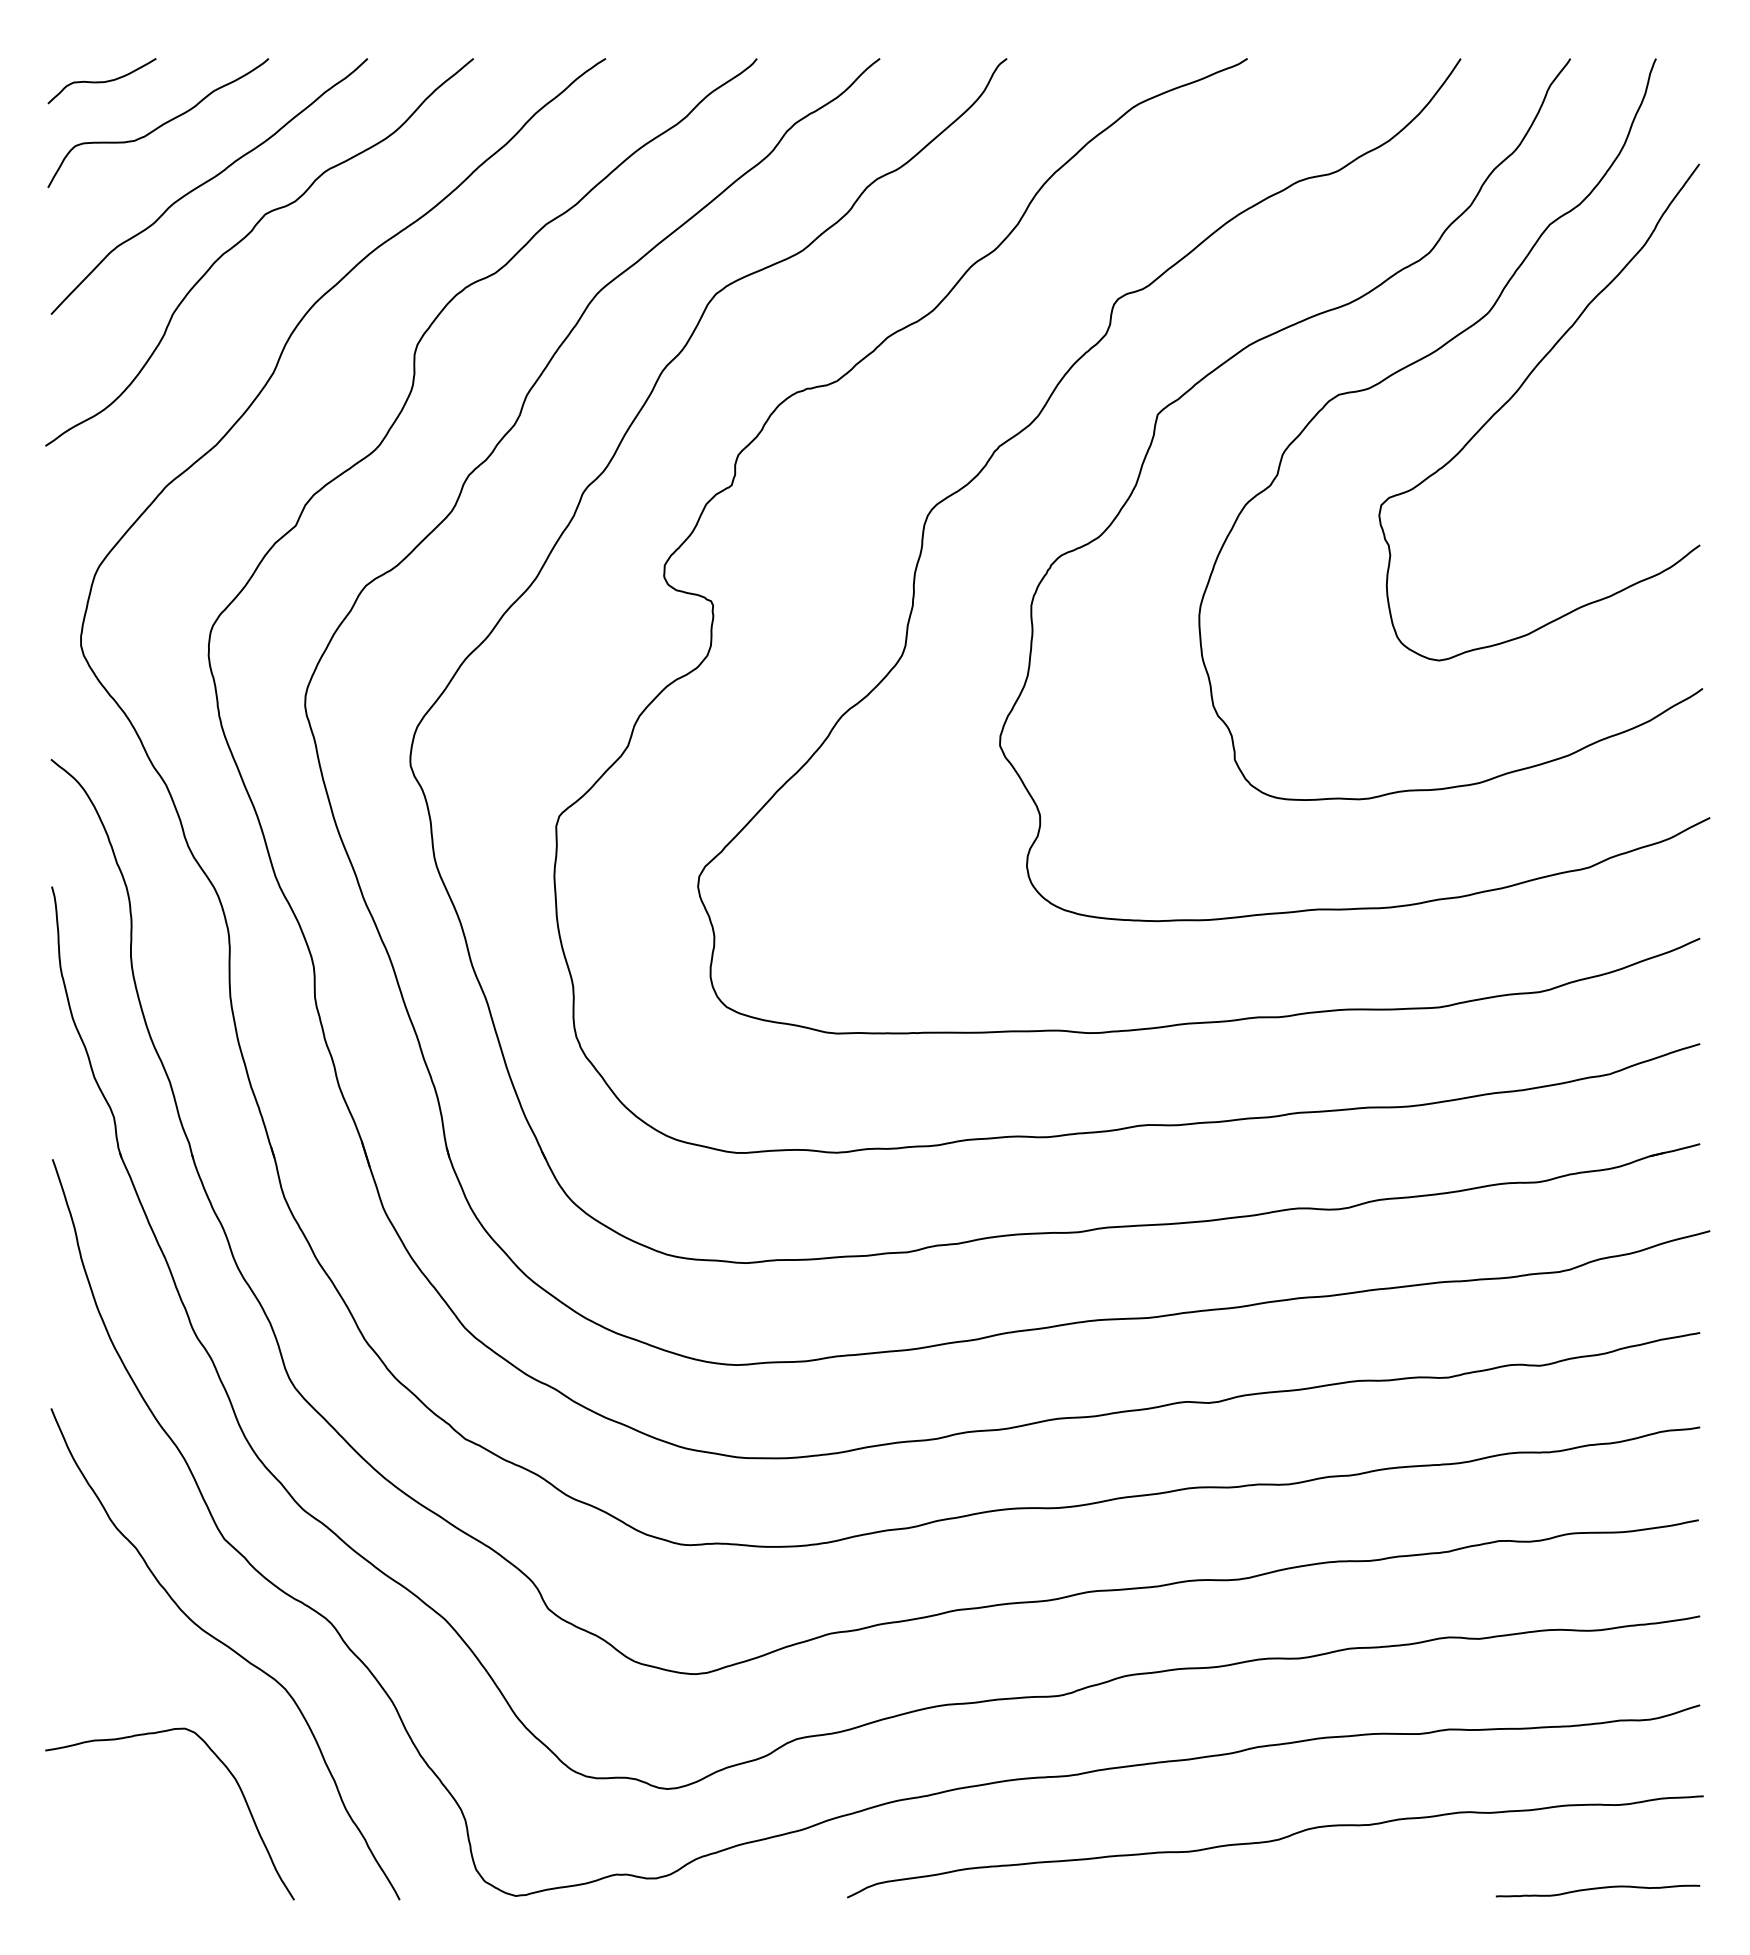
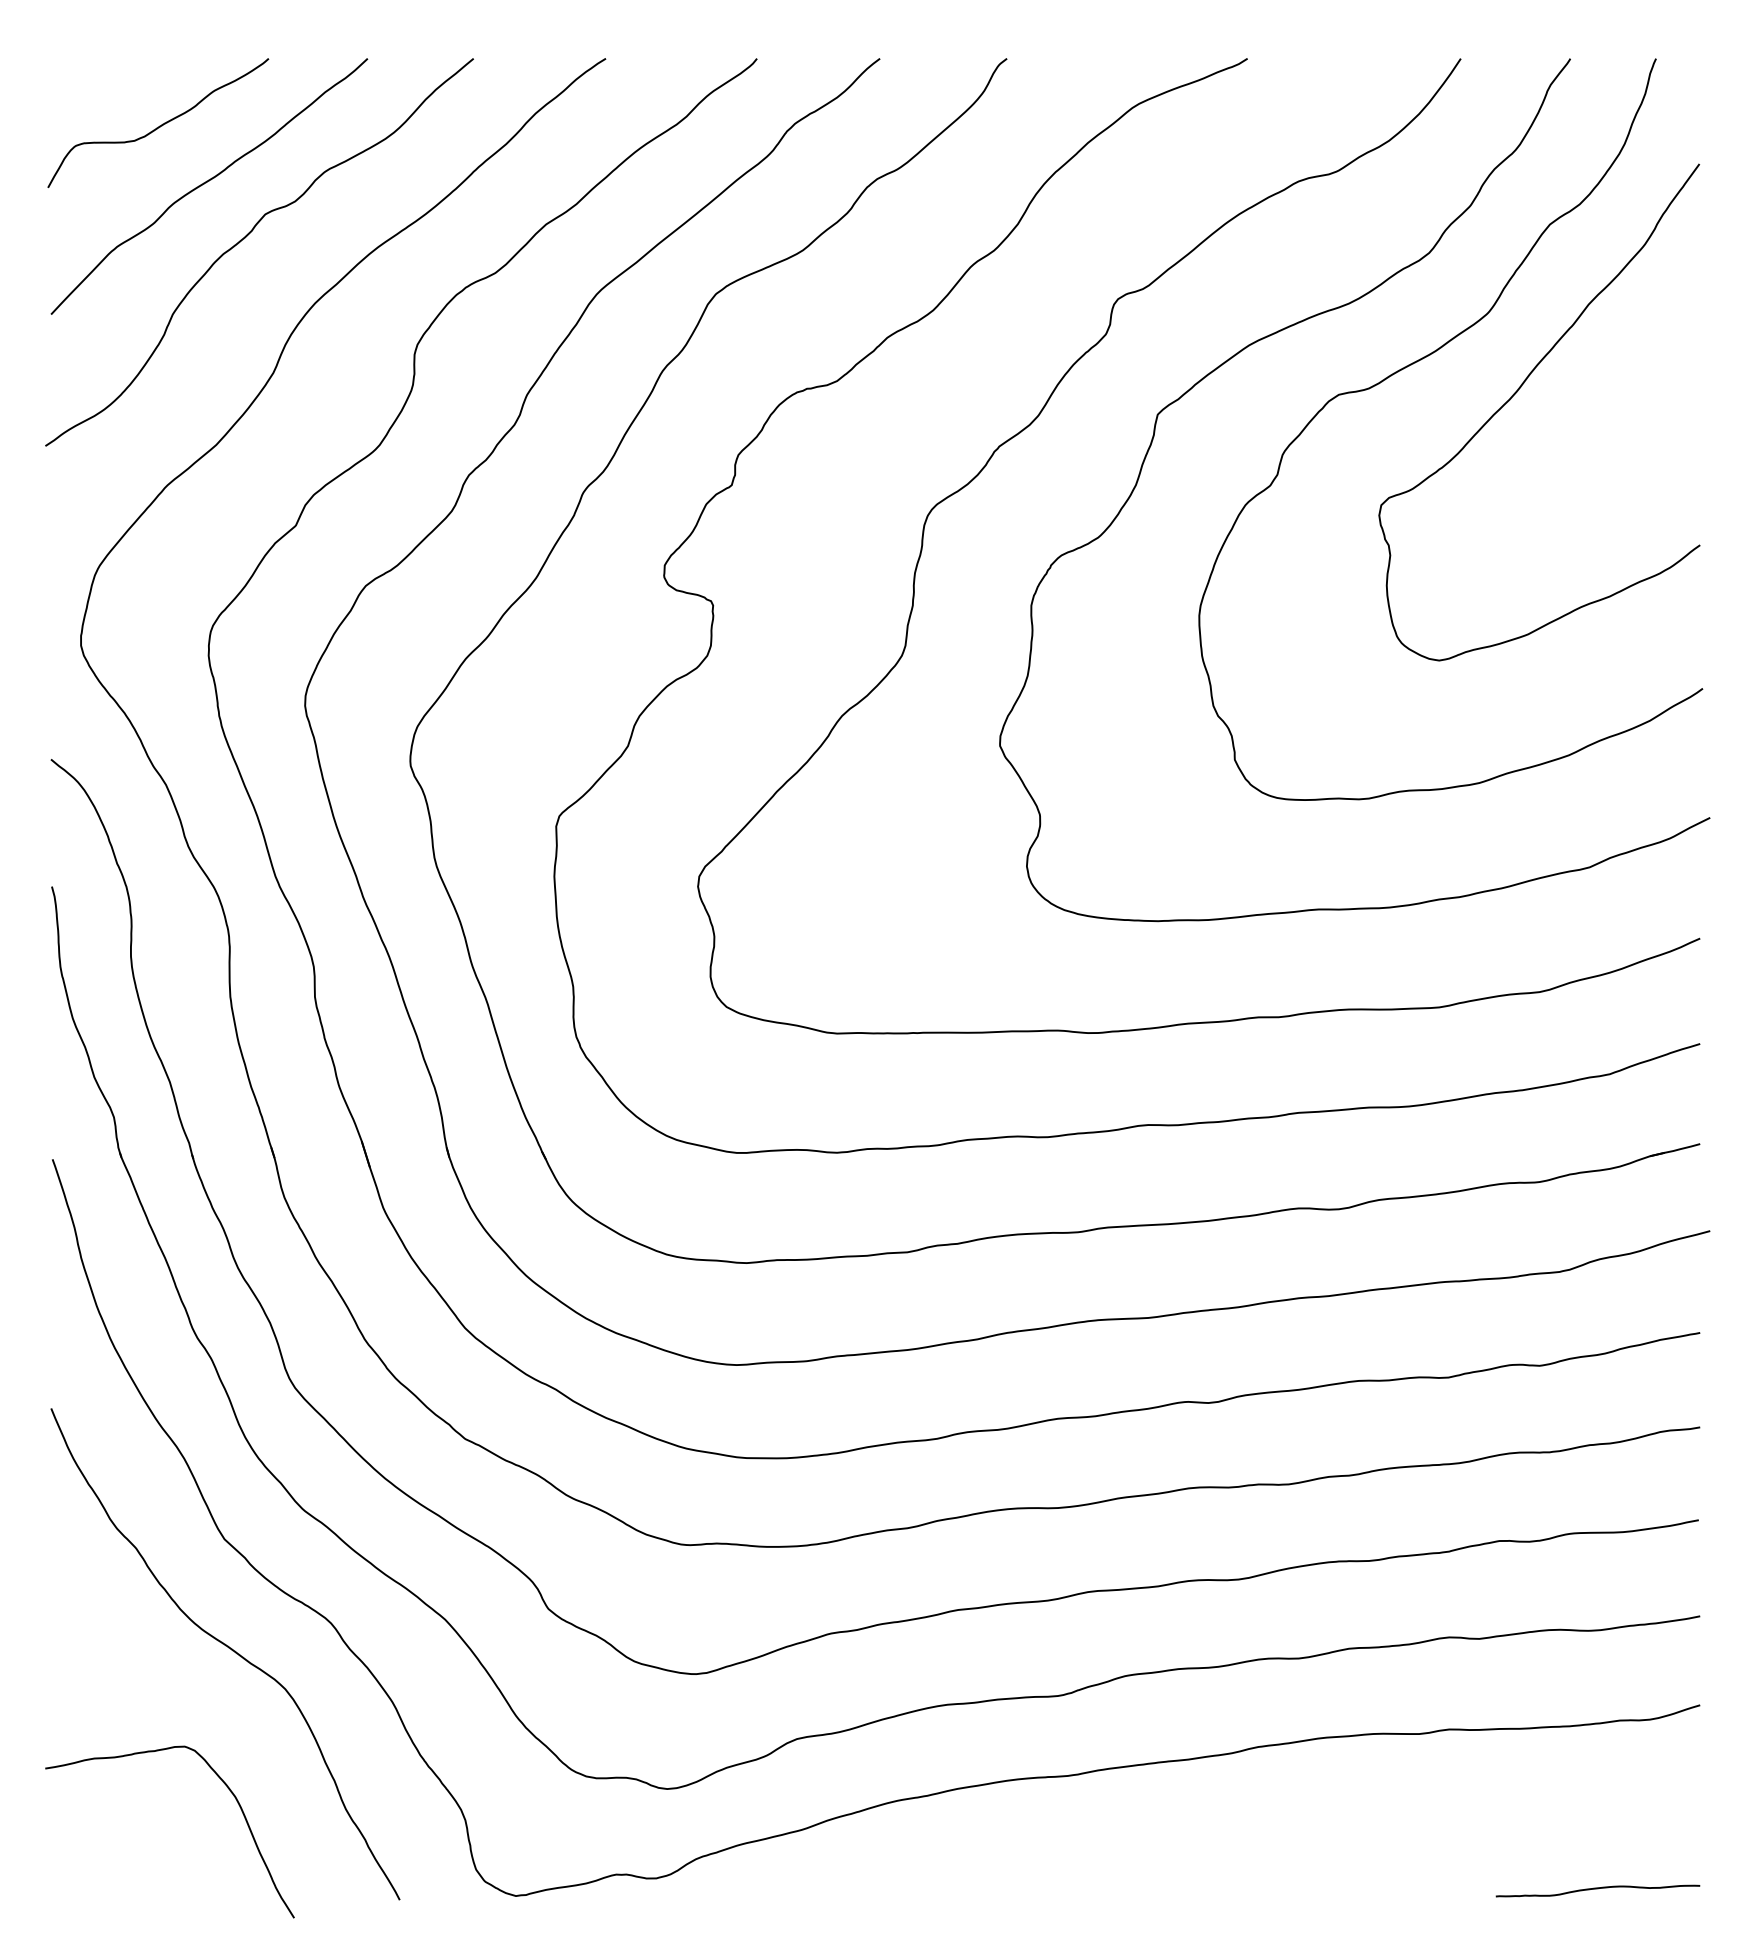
curve at (101, 81): present -> none
curve at (227, 1770) position: (227, 1770) -> (227, 1788)
curve at (1275, 1841): present -> none
